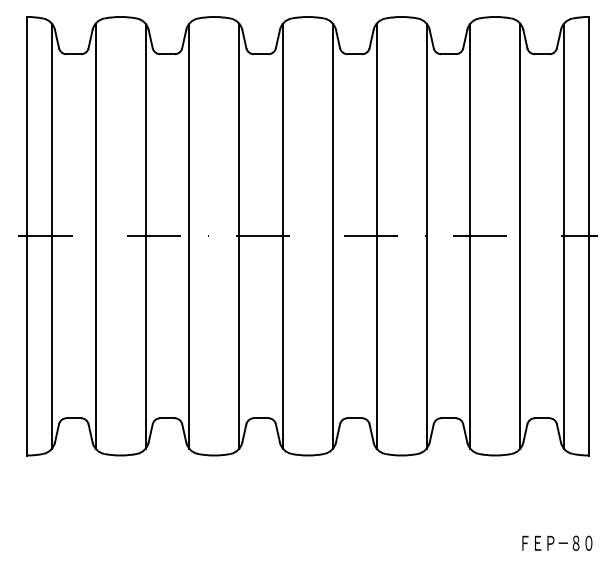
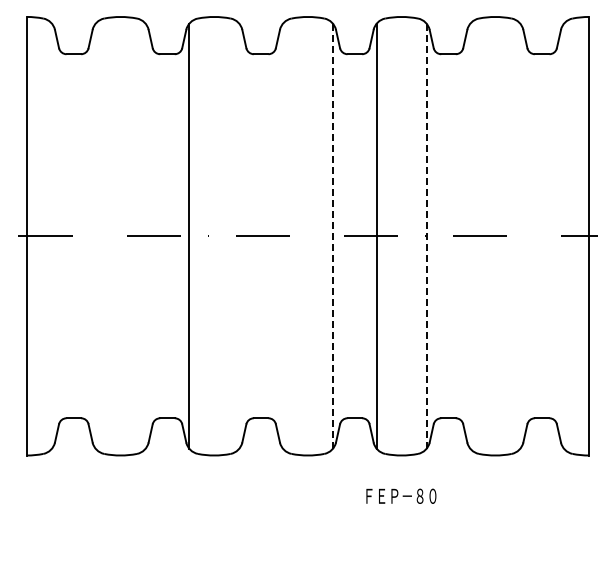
line at (52, 235): present -> none
line at (95, 235): present -> none
line at (145, 235): present -> none
line at (239, 235): present -> none
line at (282, 235): present -> none
line at (333, 235): solid -> dashed
line at (426, 235): solid -> dashed
line at (470, 235): present -> none
line at (520, 235): present -> none
line at (563, 235): present -> none
text at (557, 542) position: (557, 542) -> (401, 495)
